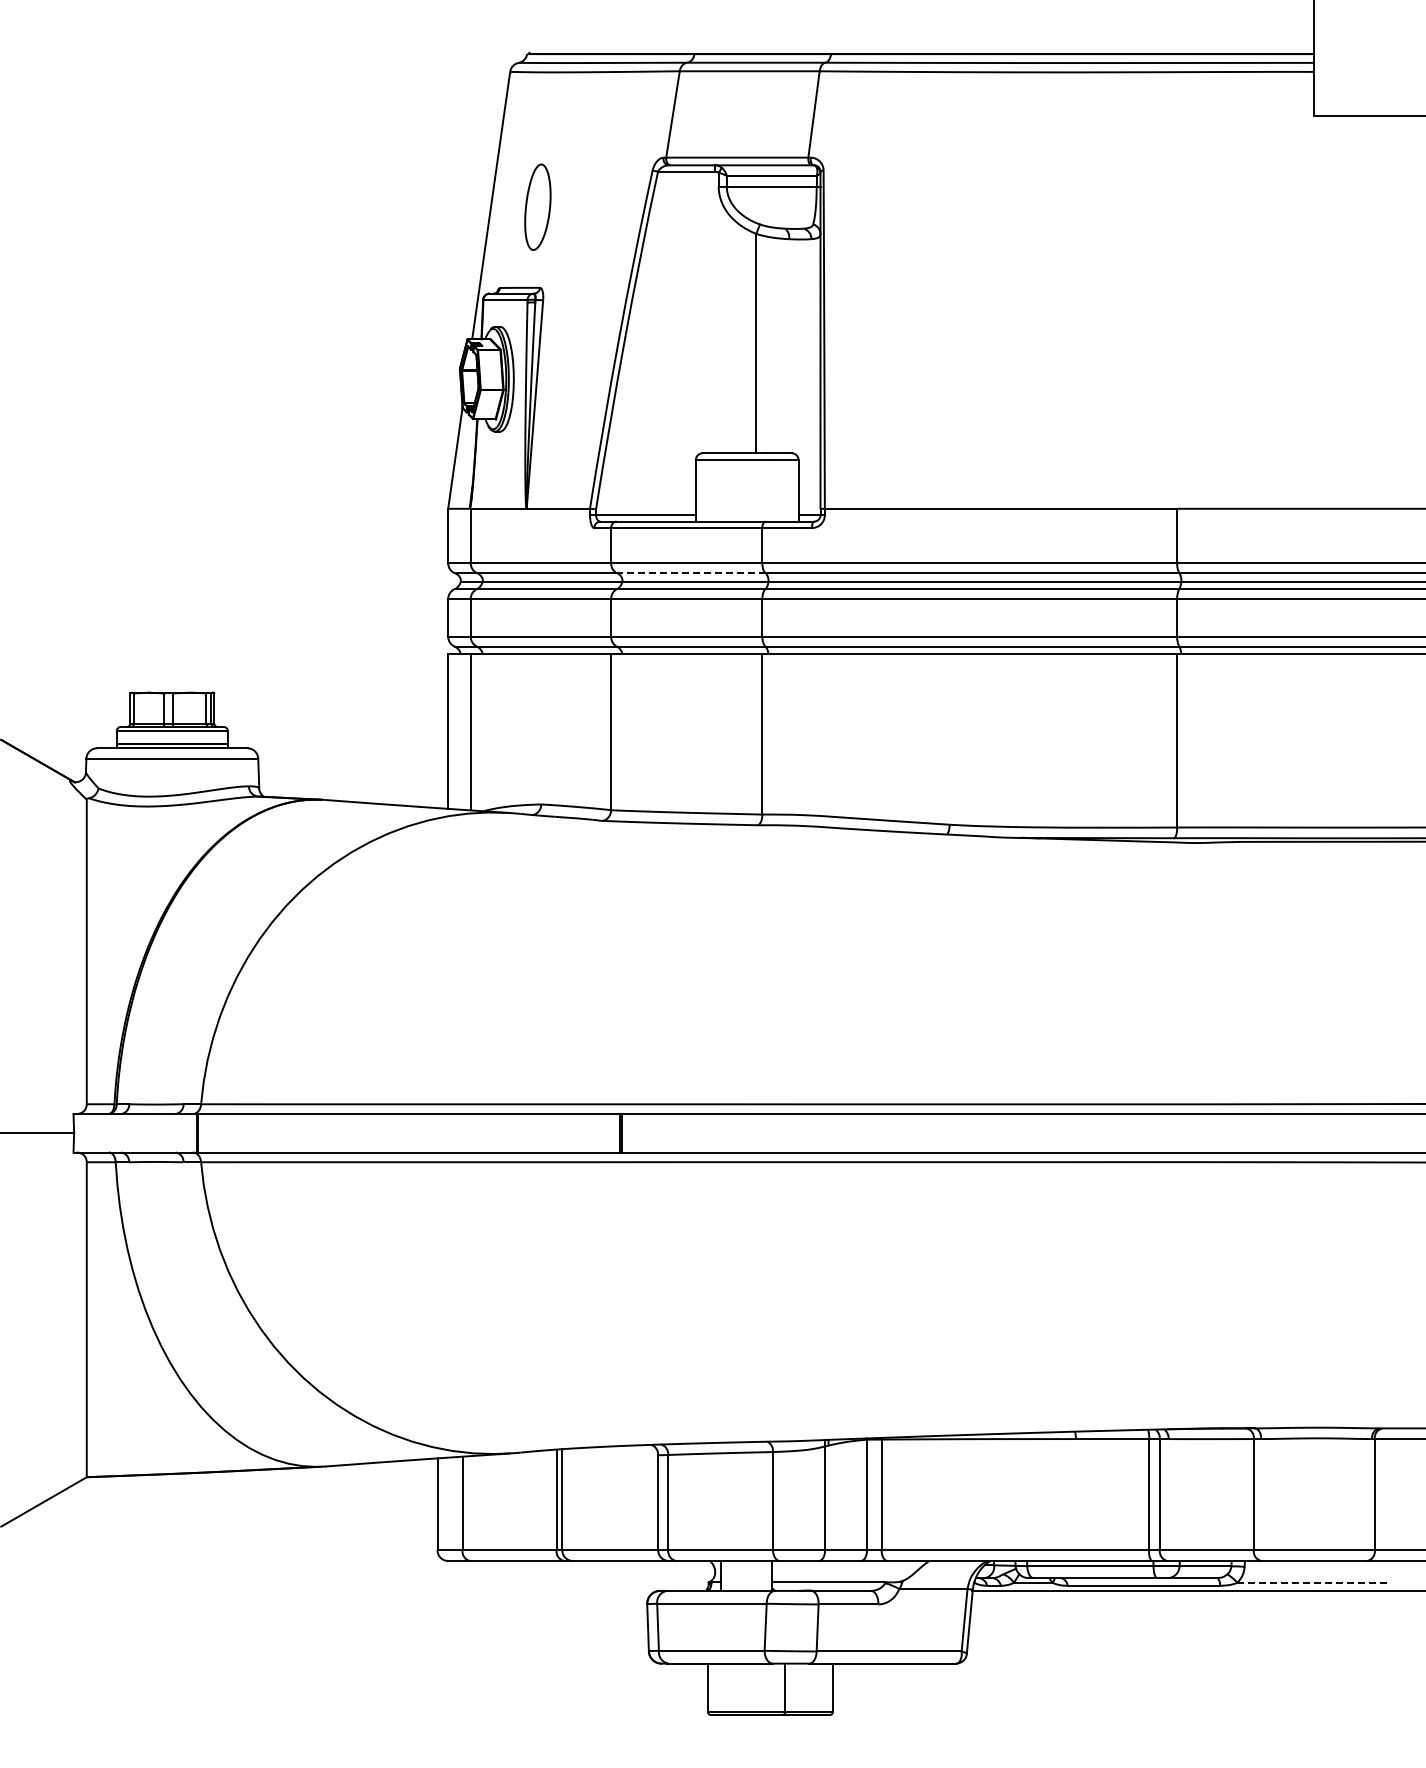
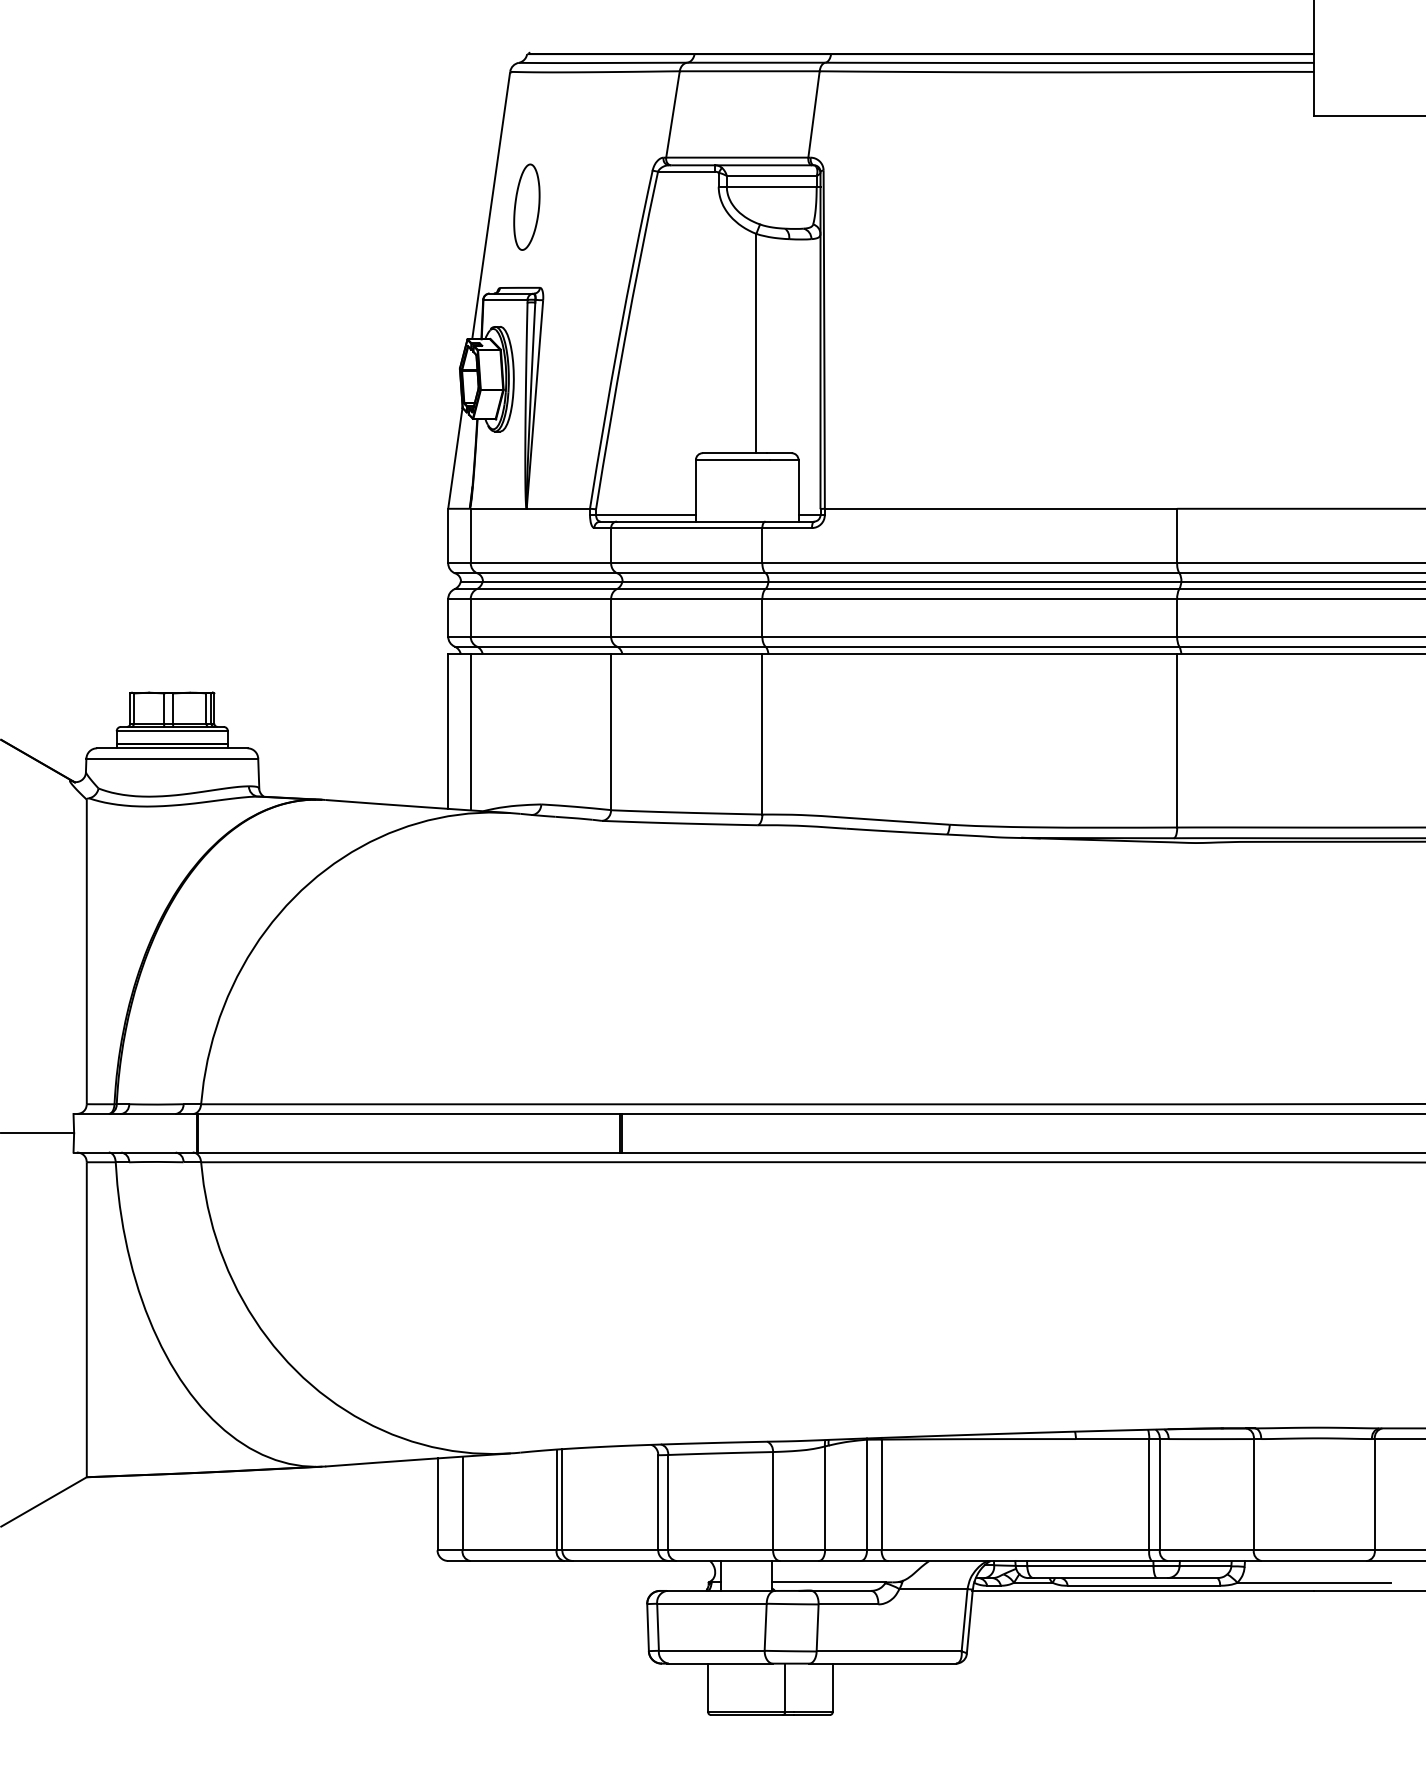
part at (537, 206) position: (537, 206) -> (526, 206)
line at (691, 573): dashed -> solid
line at (1314, 1582): dashed -> solid
